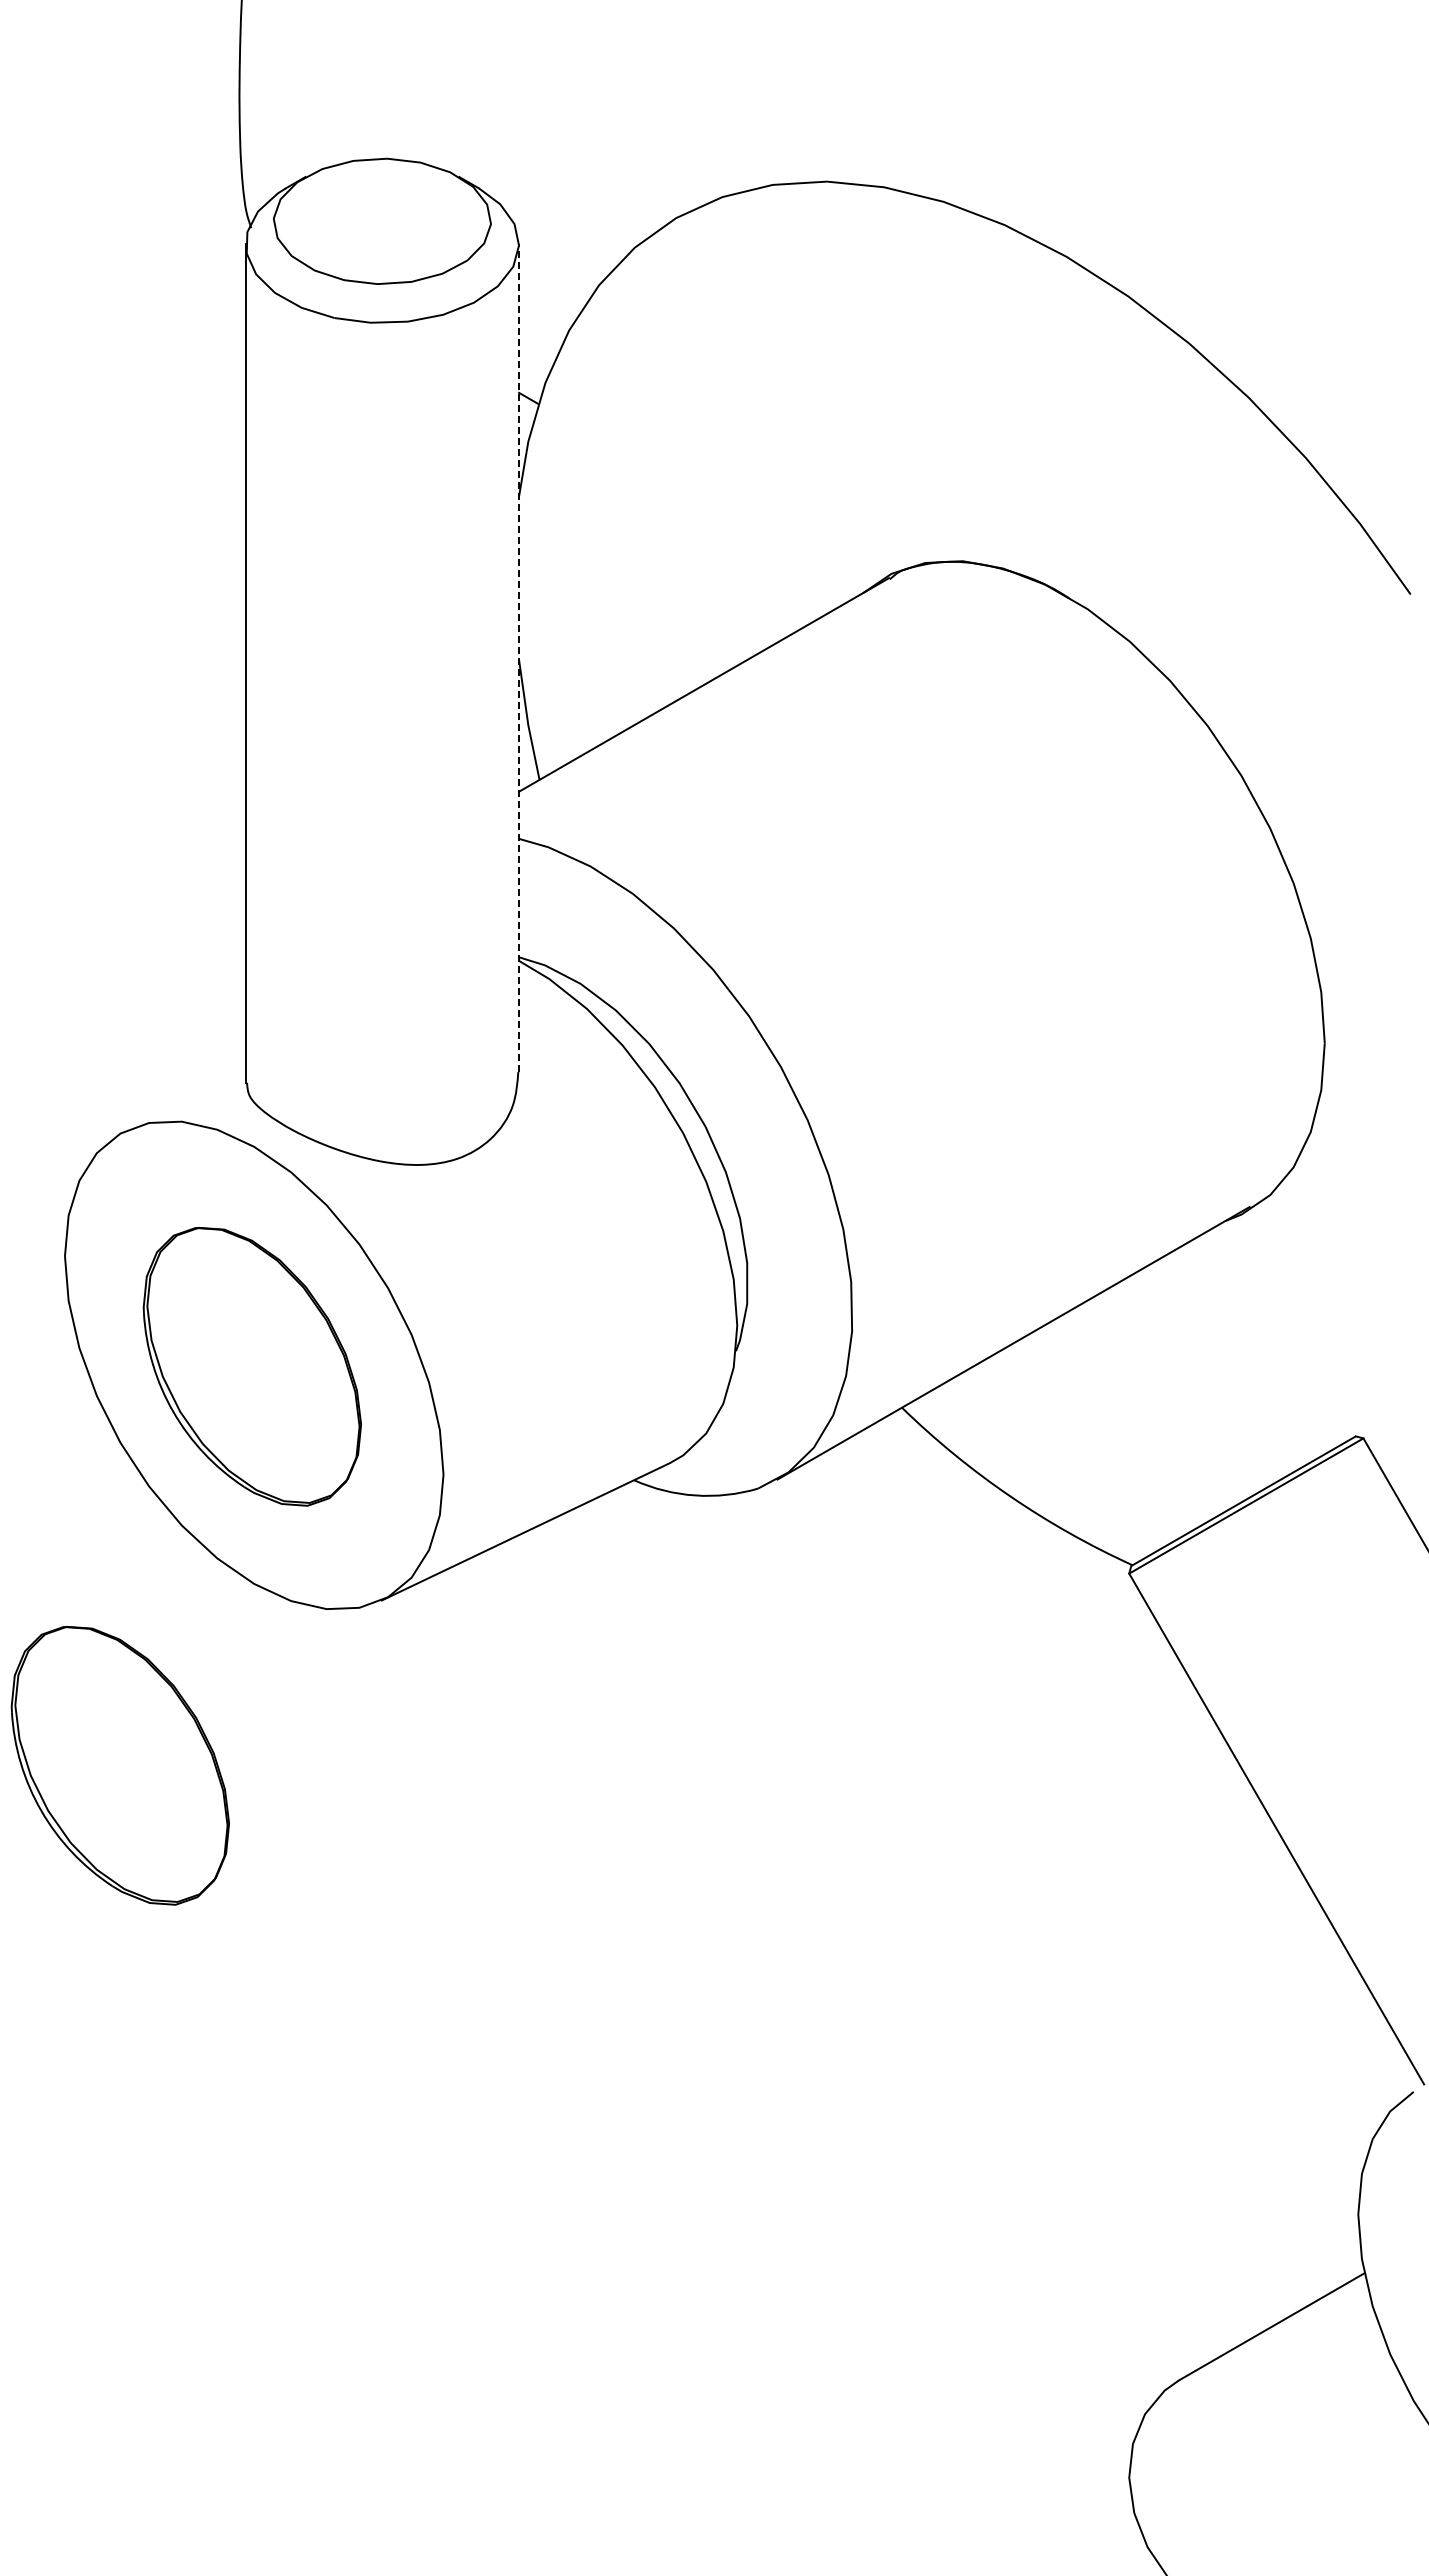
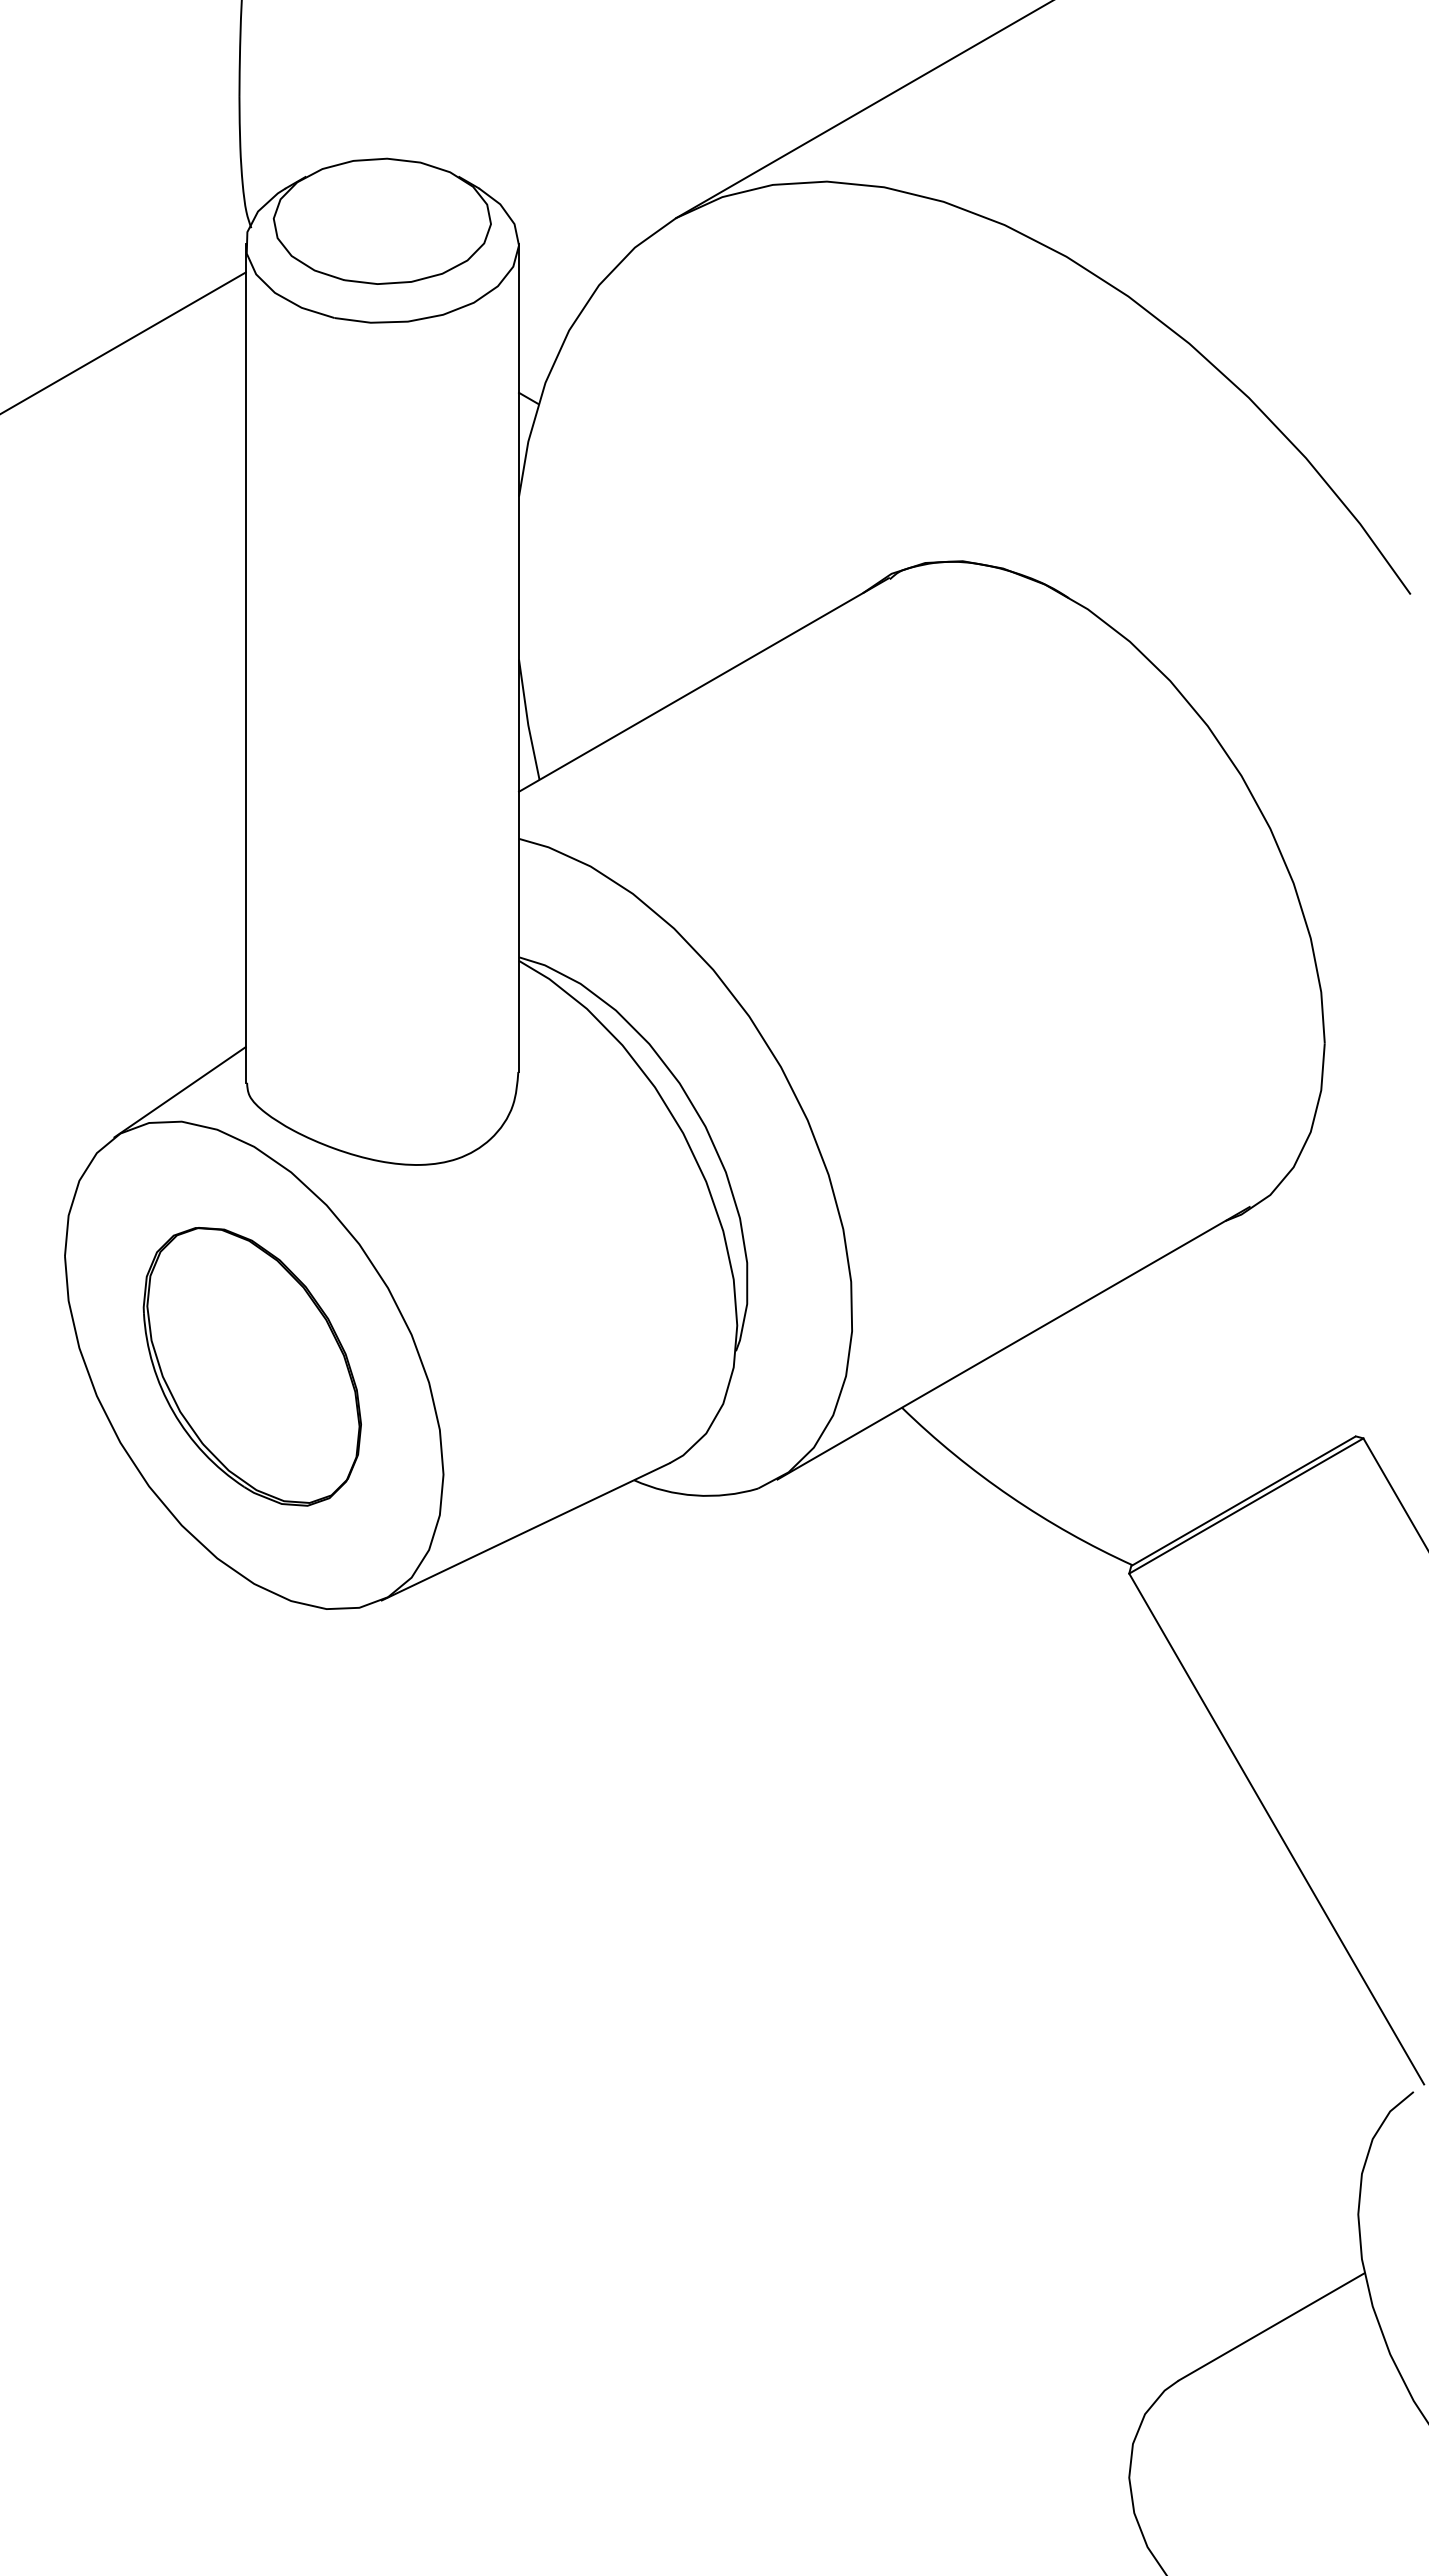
line at (862, 110): none -> present
line at (123, 342): none -> present
line at (519, 658): dashed -> solid
line at (179, 1092): none -> present
part at (119, 1765): present -> none
